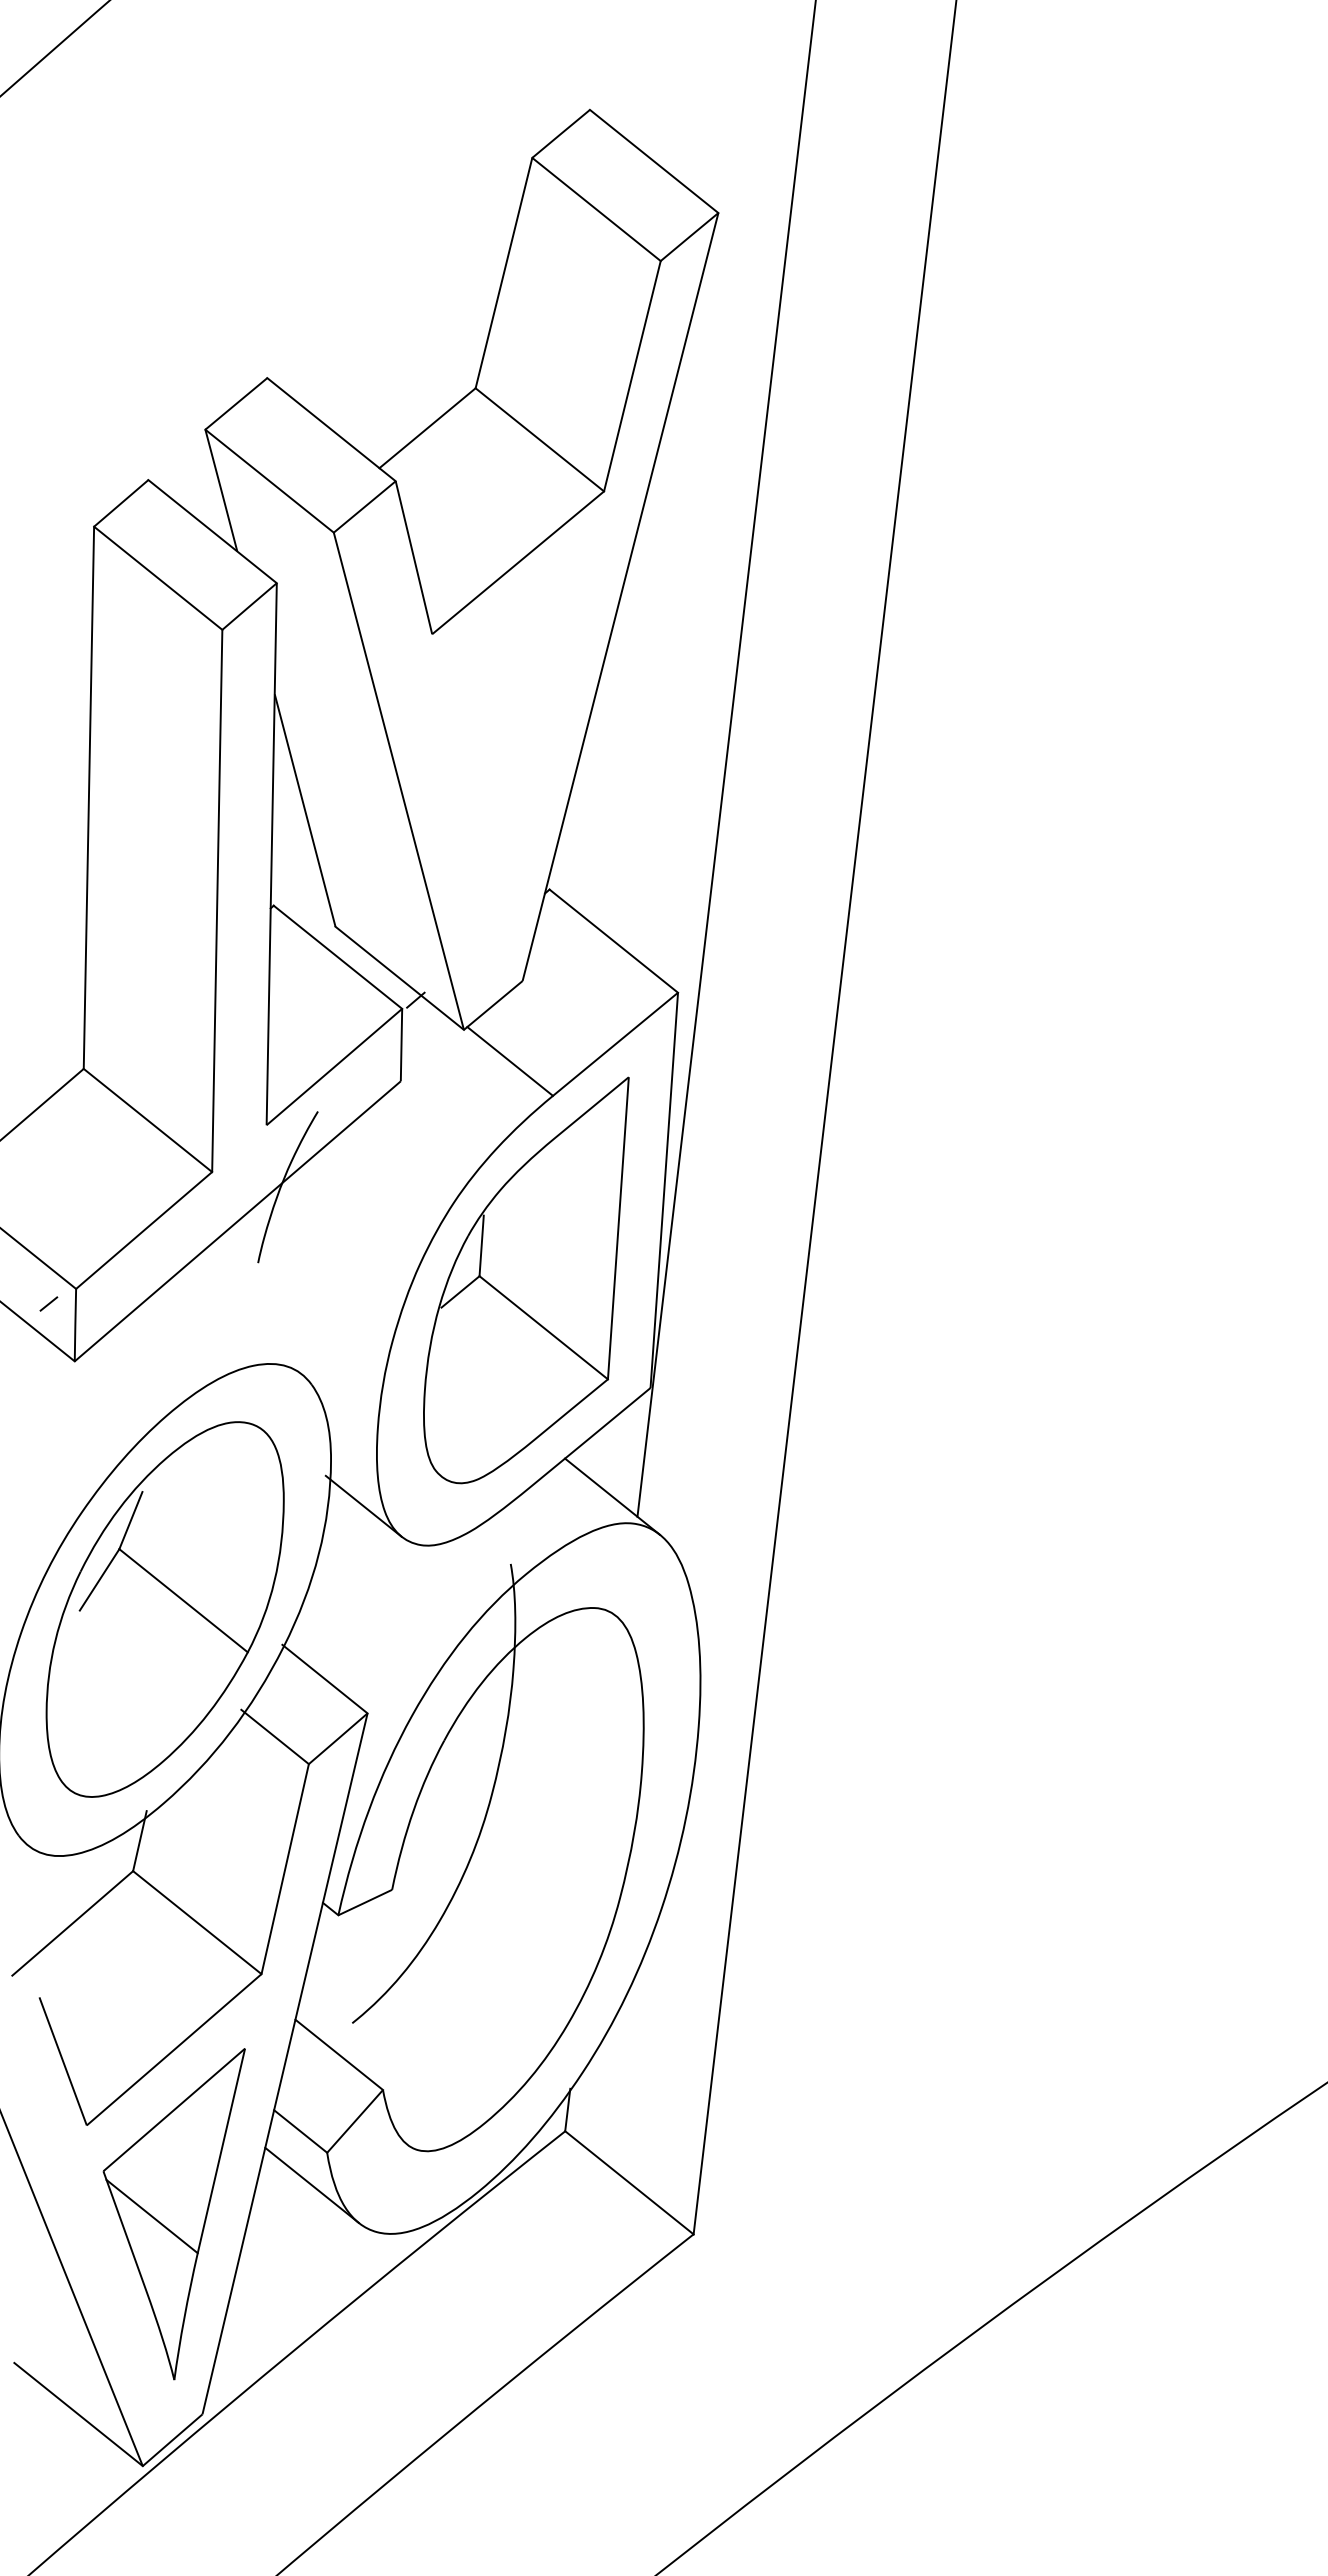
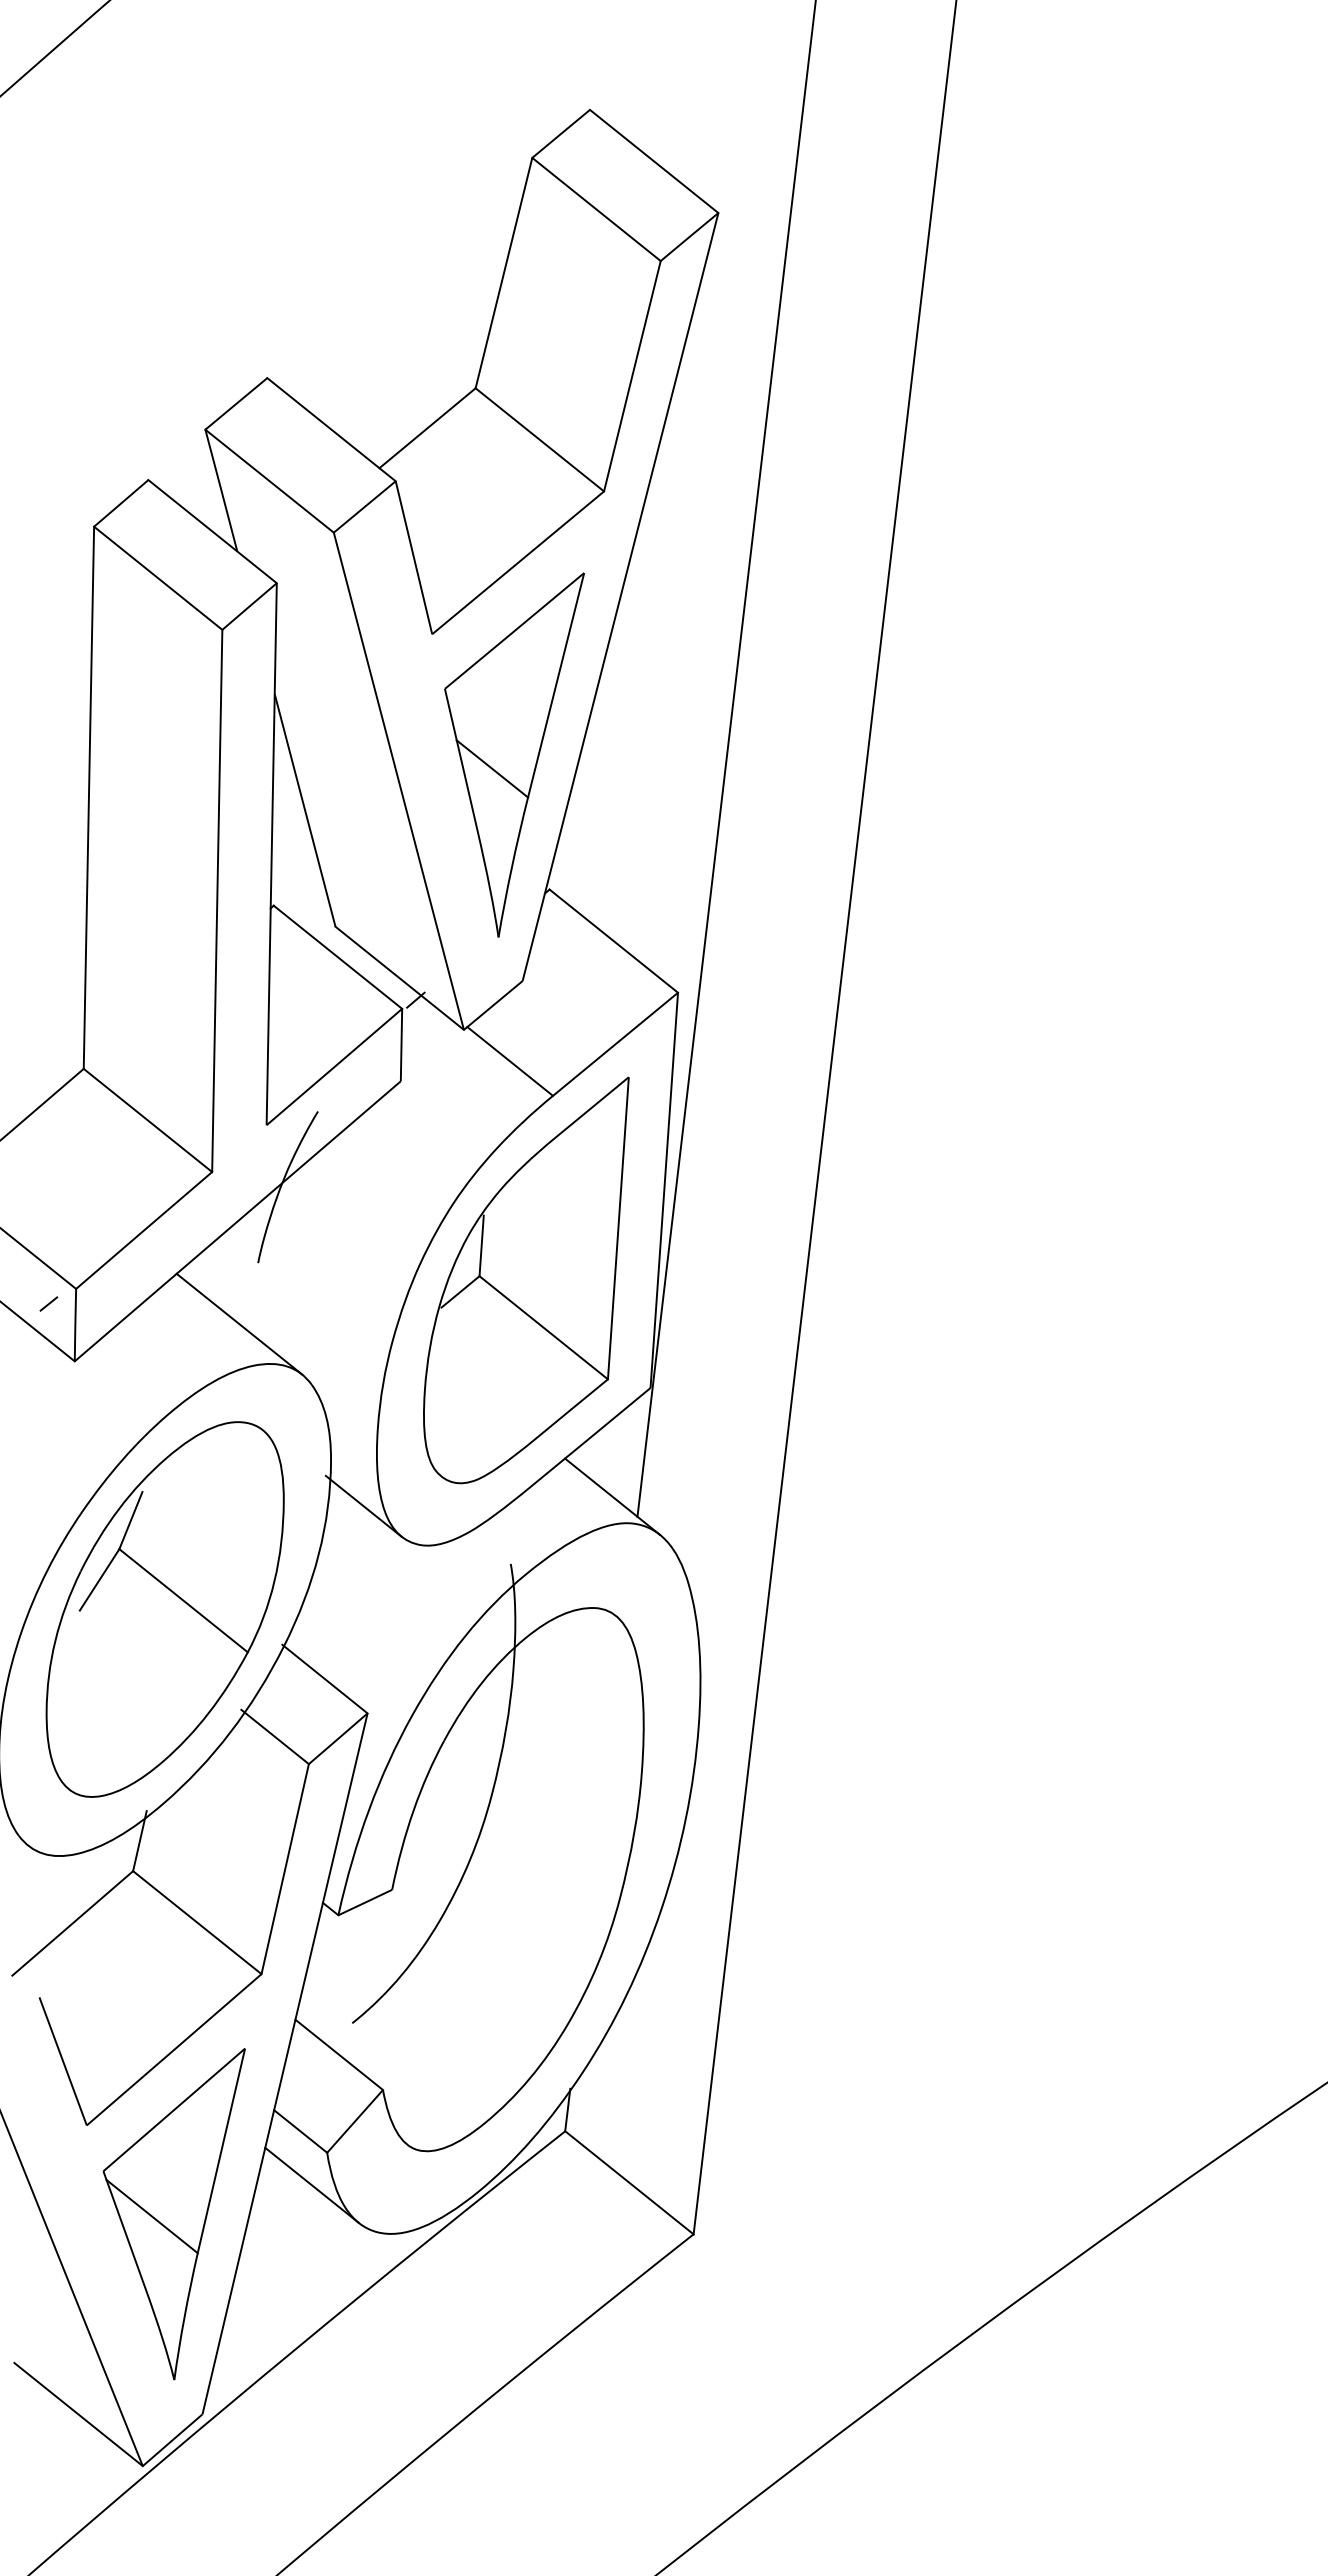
part at (514, 754): none -> present
line at (239, 1323): none -> present
